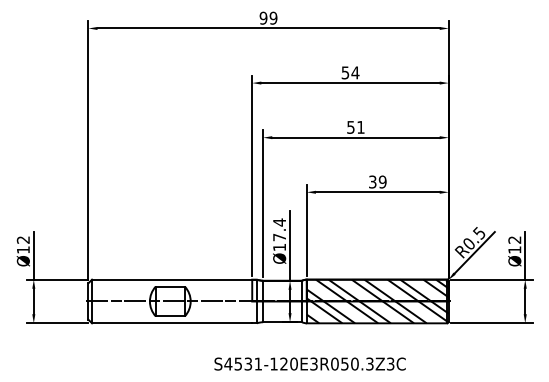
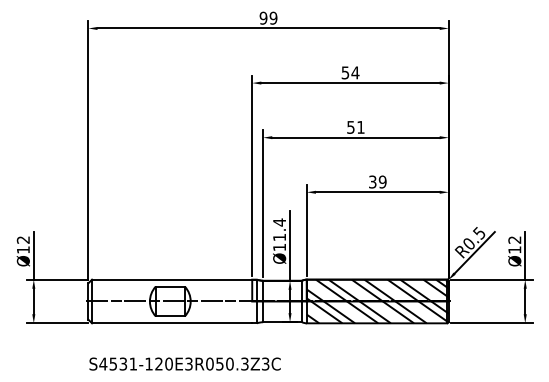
text at (279, 237): Ø17.4 -> Ø11.4
text at (309, 363) position: (309, 363) -> (184, 363)
